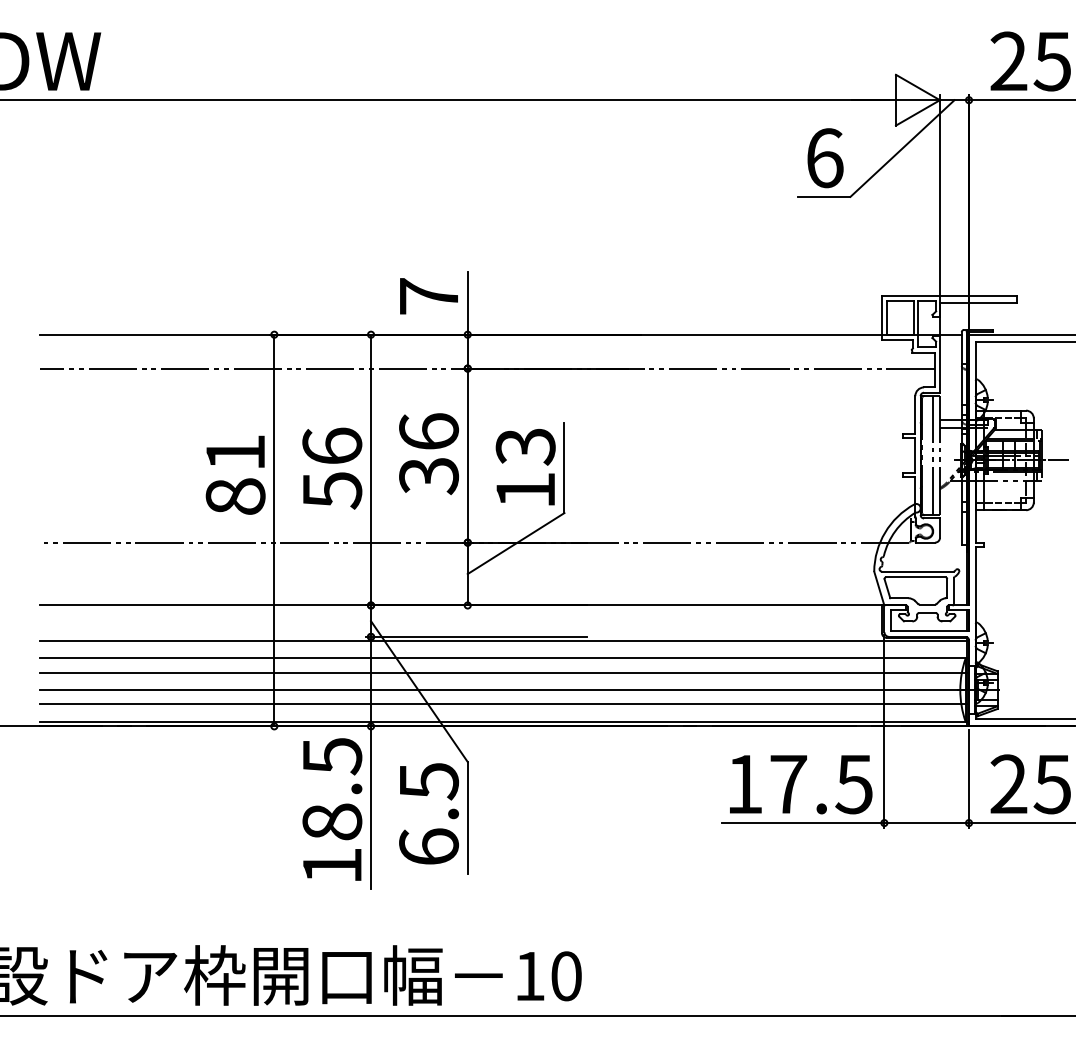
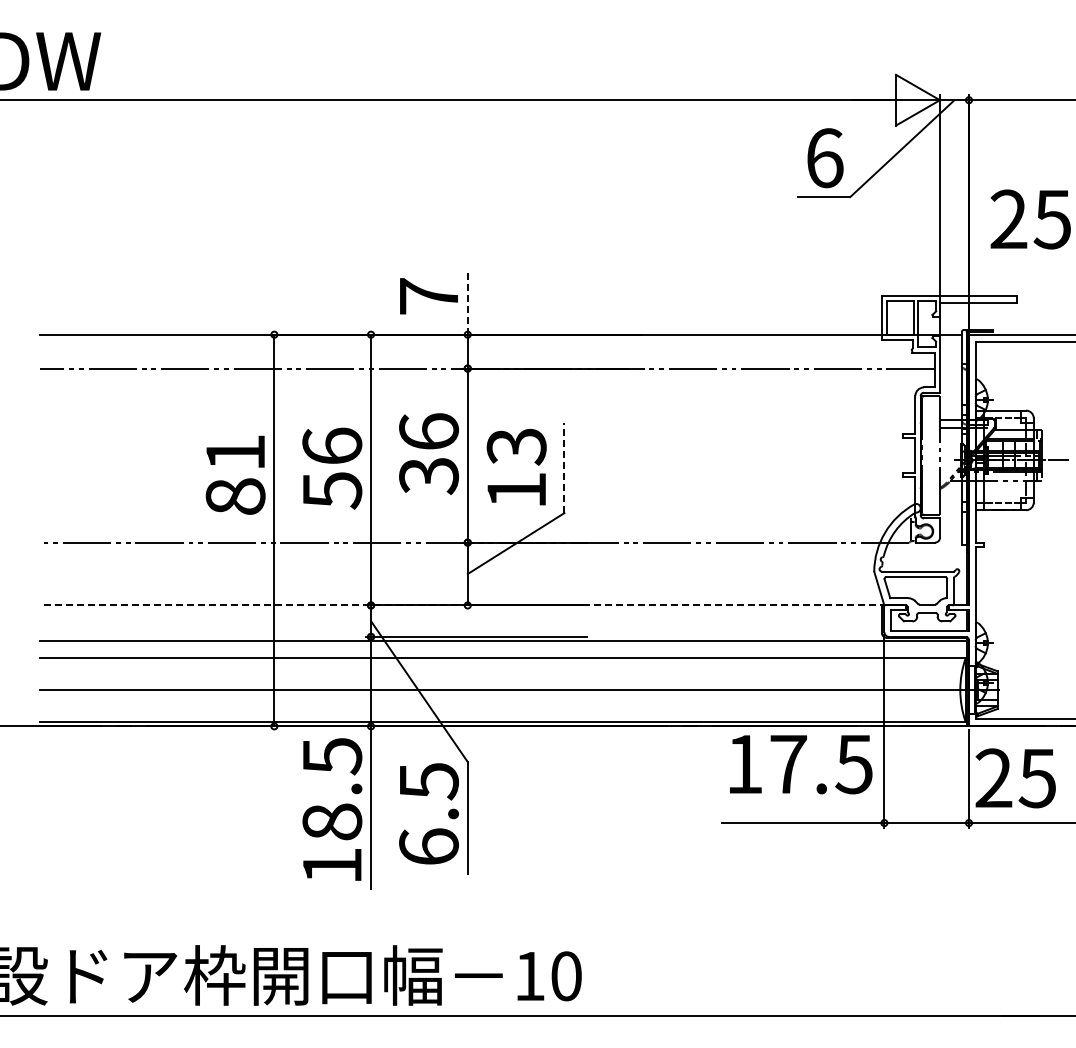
text at (1030, 61) position: (1030, 61) -> (1030, 219)
line at (467, 302): solid -> dashed
line at (932, 455): present -> none
text at (525, 467) position: (525, 467) -> (516, 467)
line at (564, 467): solid -> dashed
line at (463, 605): solid -> dashed
line at (502, 672): present -> none
line at (502, 704): present -> none
text at (801, 784) position: (801, 784) -> (801, 764)
text at (1030, 784) position: (1030, 784) -> (1015, 778)
